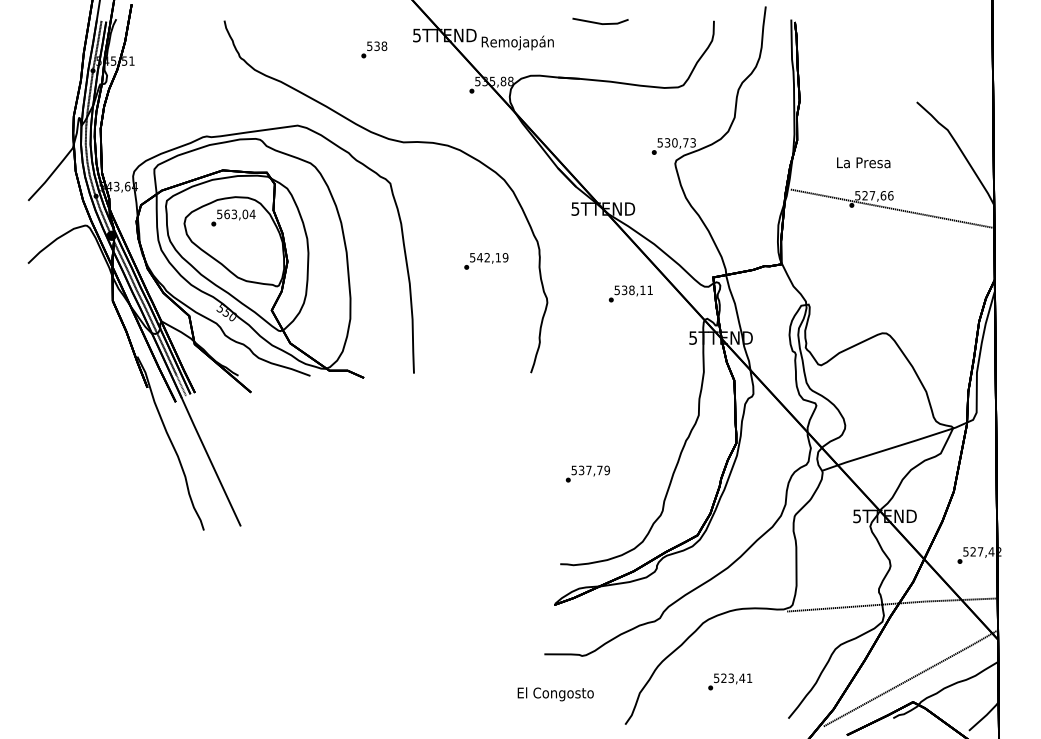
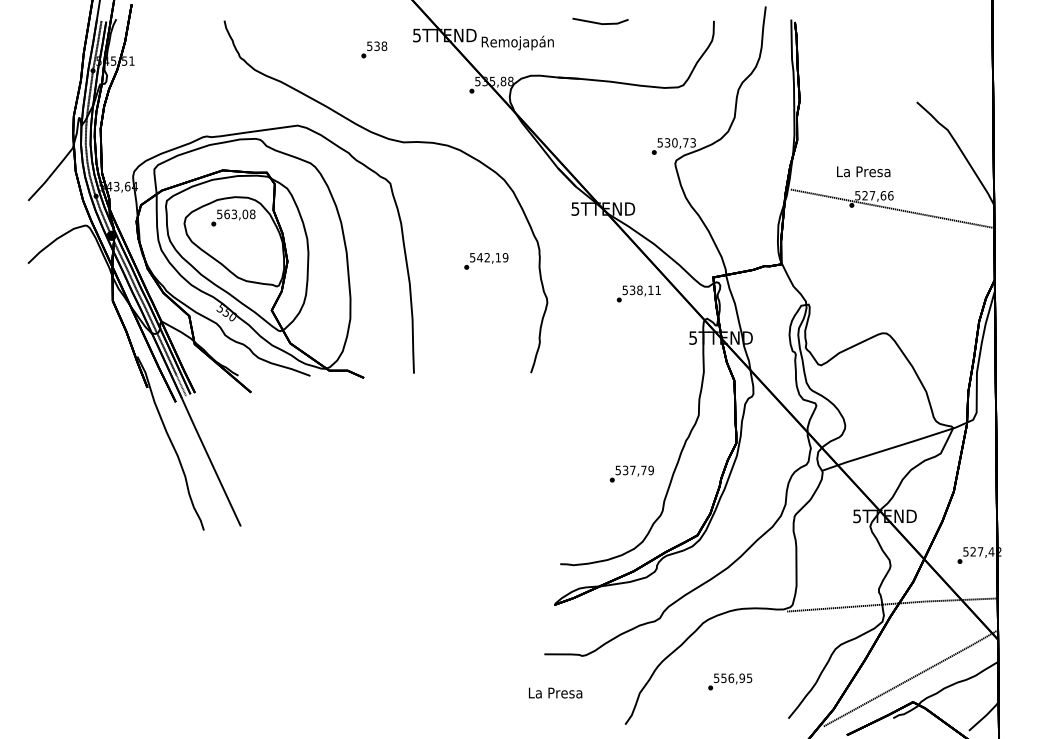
text at (863, 162) position: (863, 162) -> (863, 171)
text at (252, 214): 563,04 -> 563,08
text at (630, 293) position: (630, 293) -> (638, 293)
text at (587, 473) position: (587, 473) -> (631, 473)
text at (736, 678): 523,41 -> 556,95
text at (555, 694): El Congosto -> La Presa
